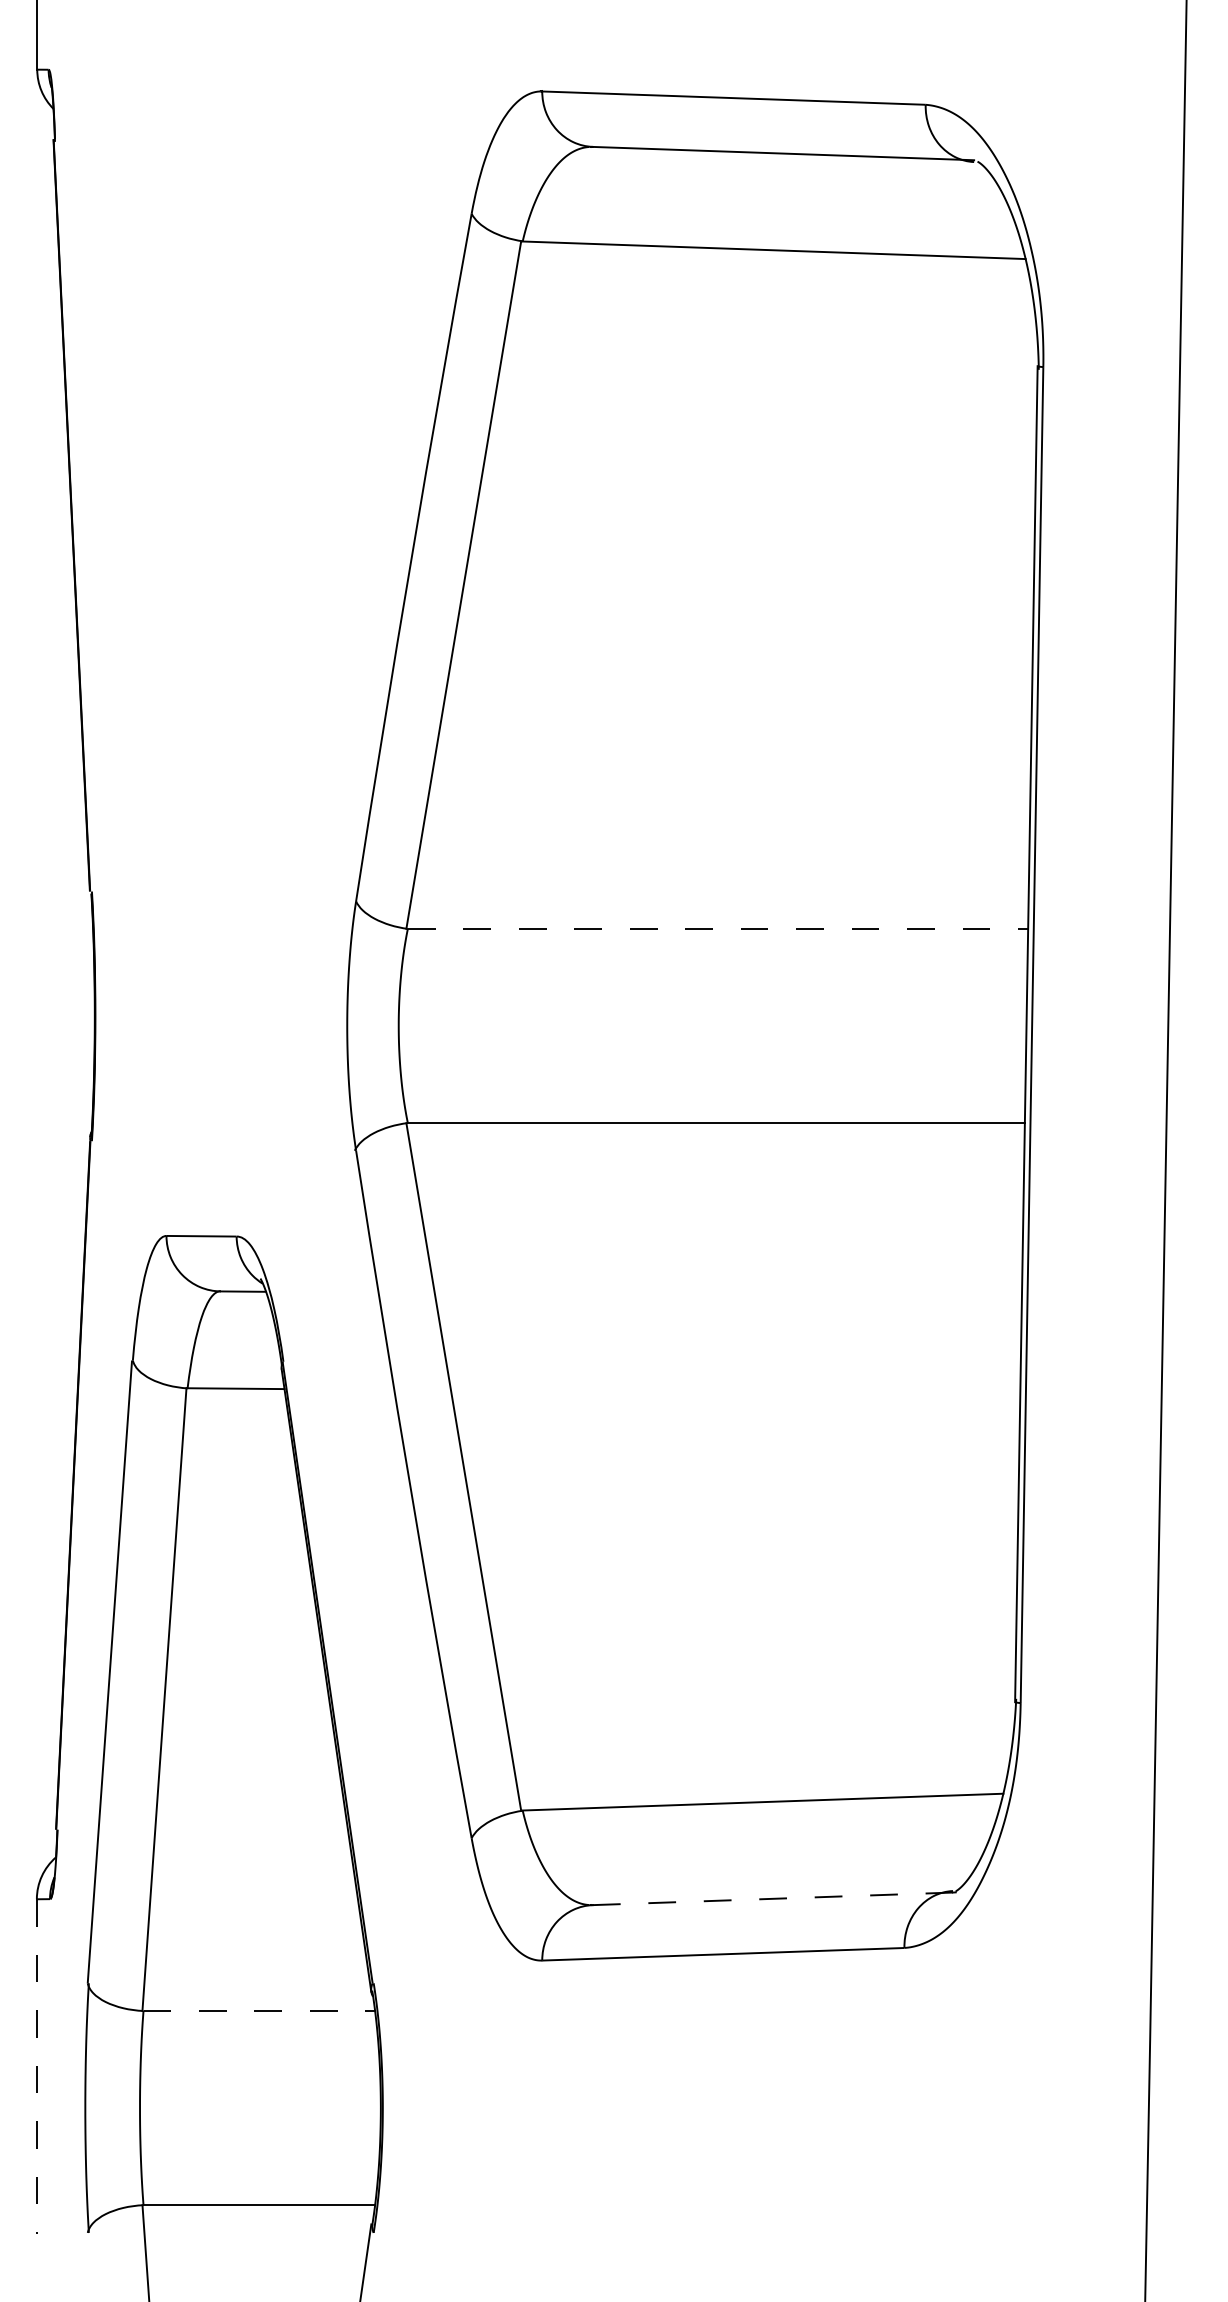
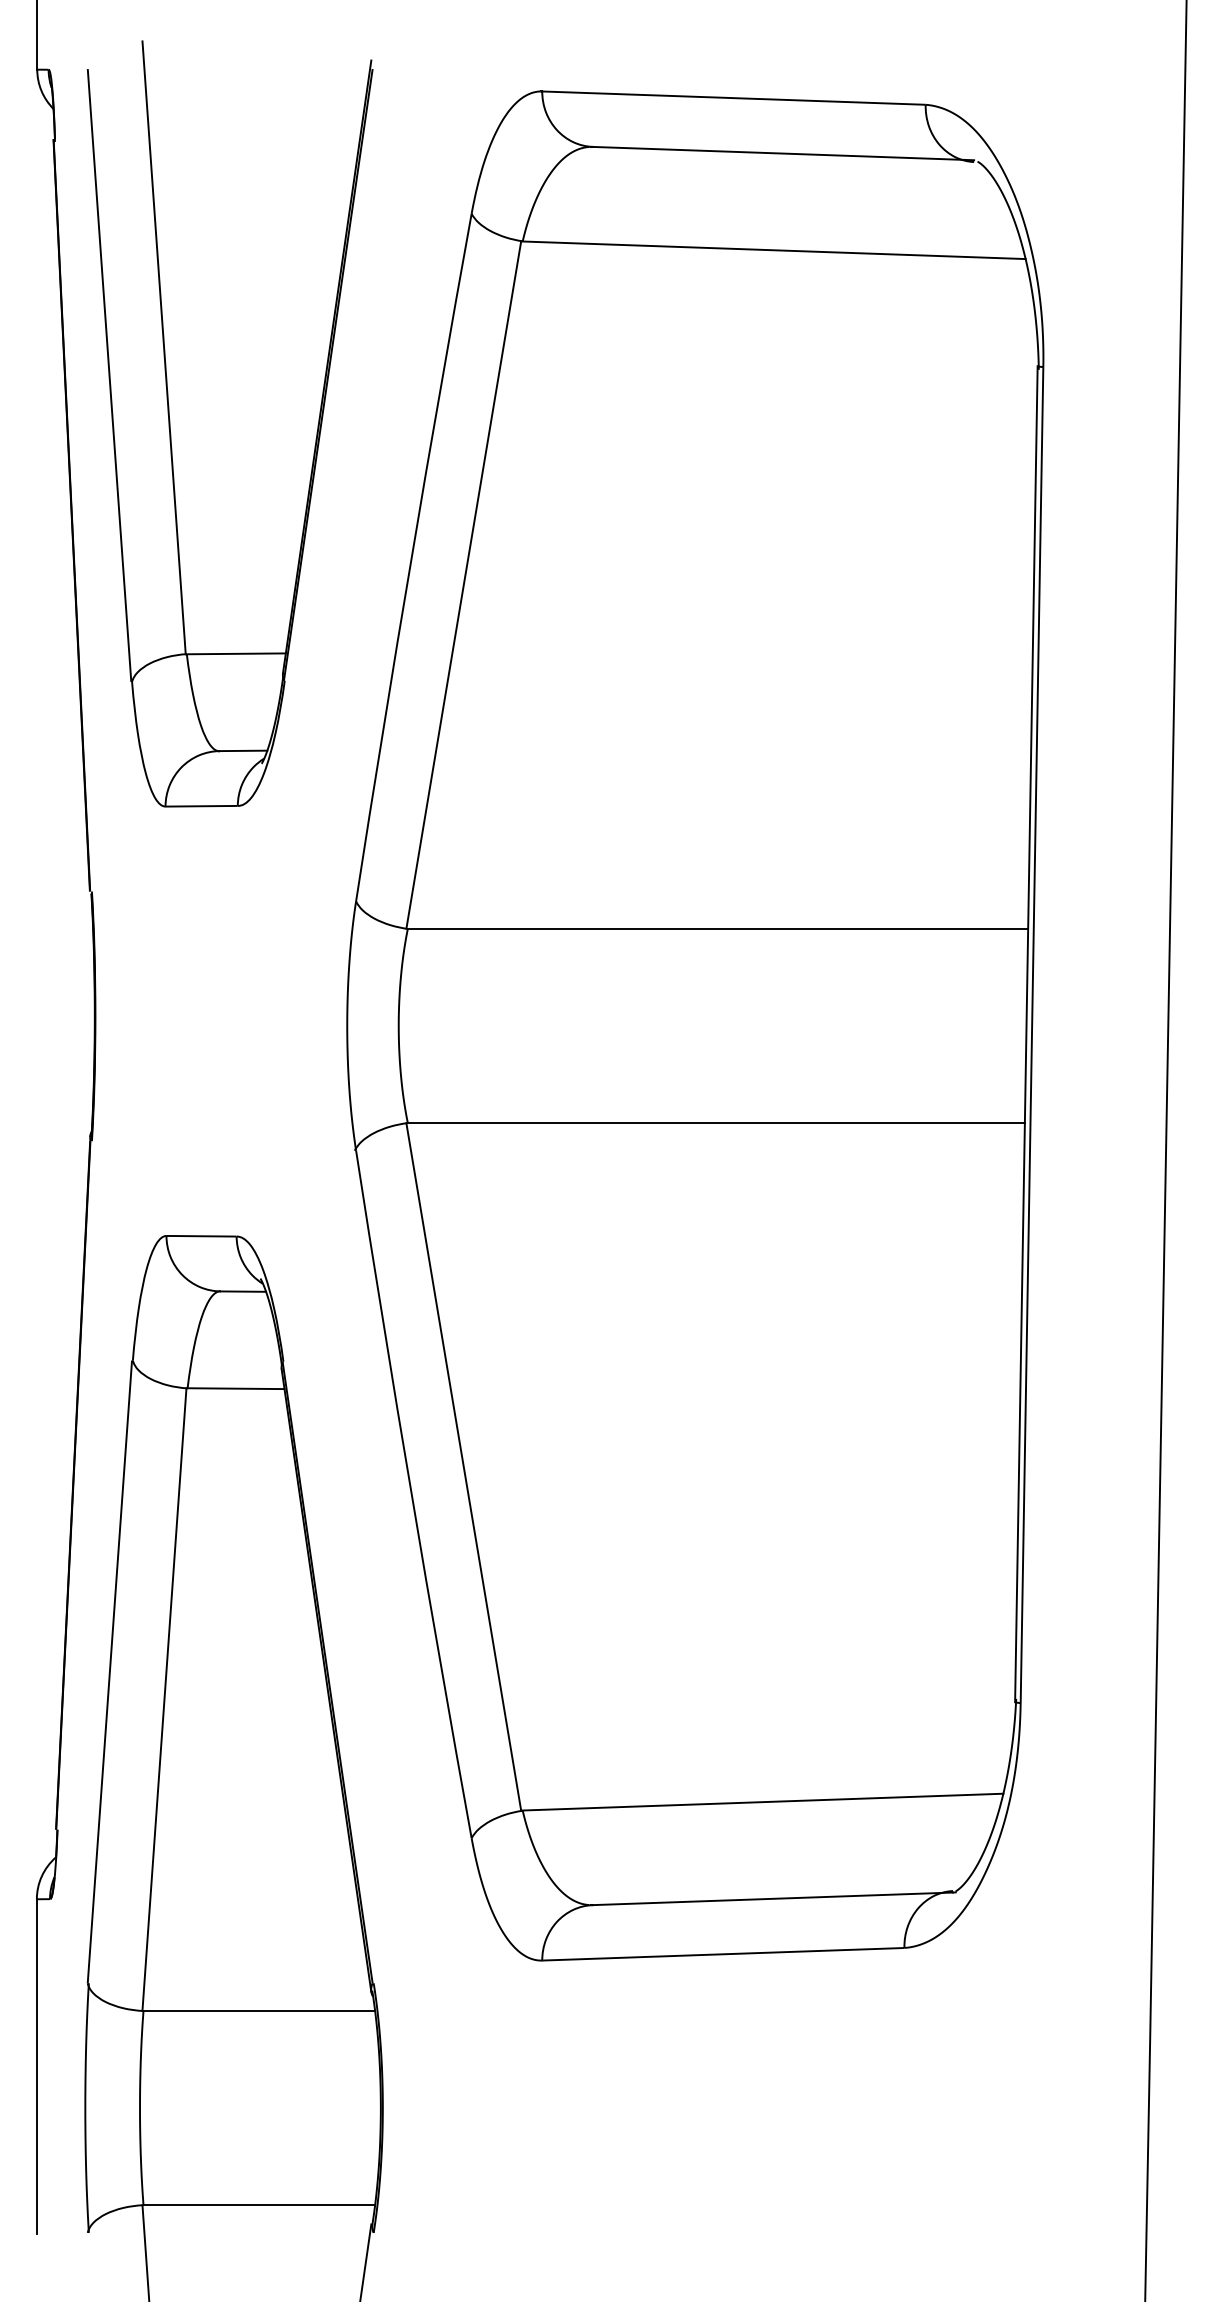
part at (171, 433): none -> present
line at (718, 928): dashed -> solid
line at (773, 1898): dashed -> solid
line at (259, 2011): dashed -> solid
line at (37, 2066): dashed -> solid
